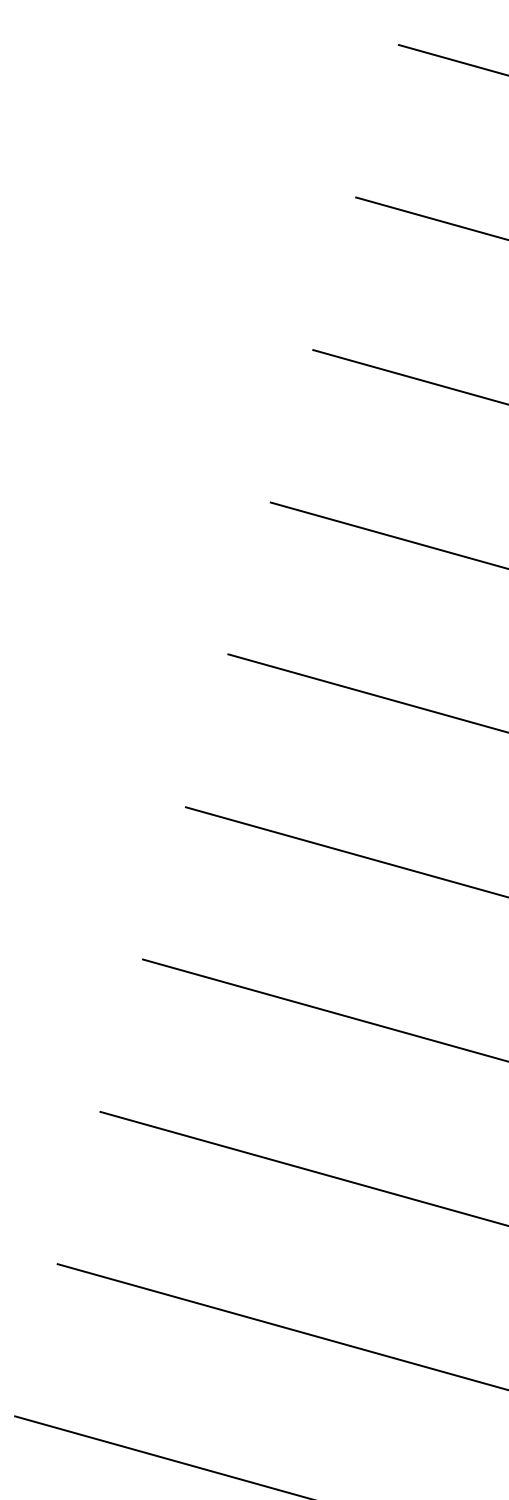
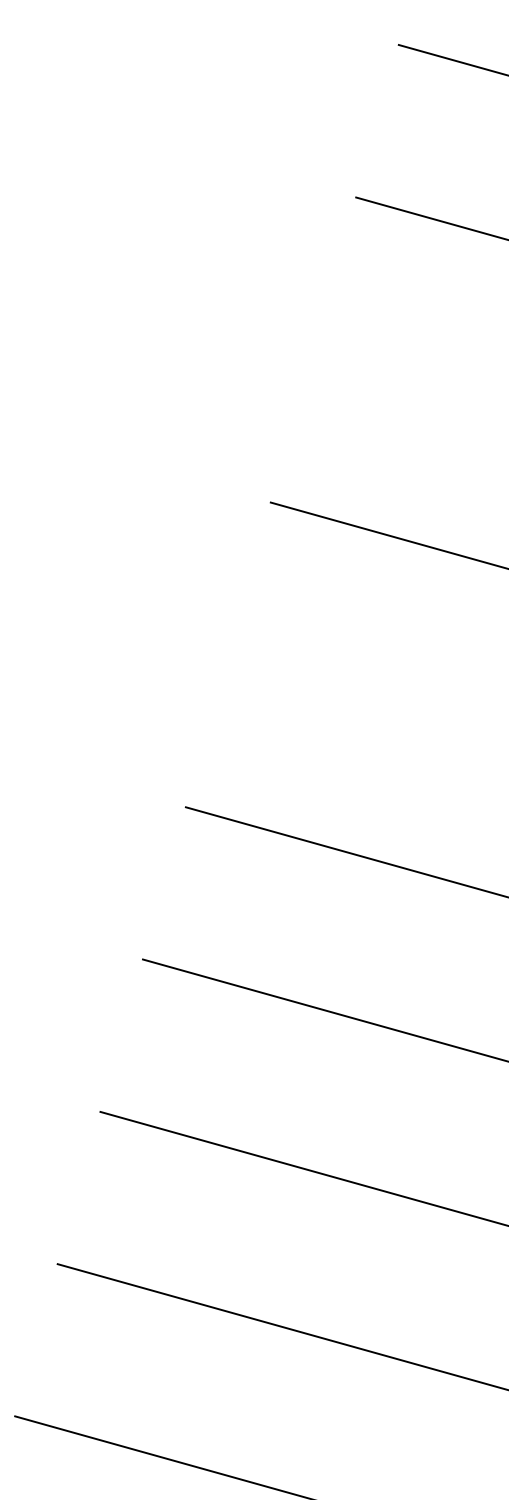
line at (409, 376): present -> none
line at (366, 692): present -> none
